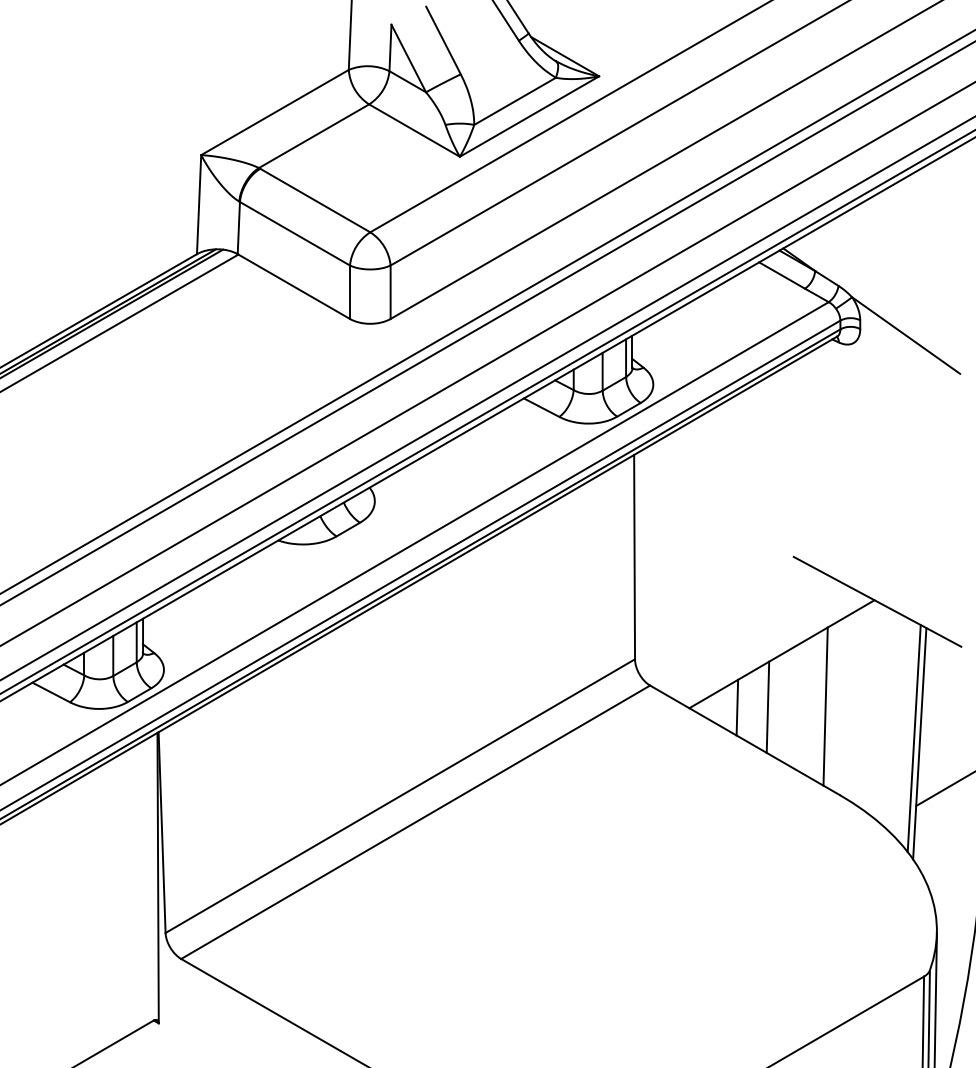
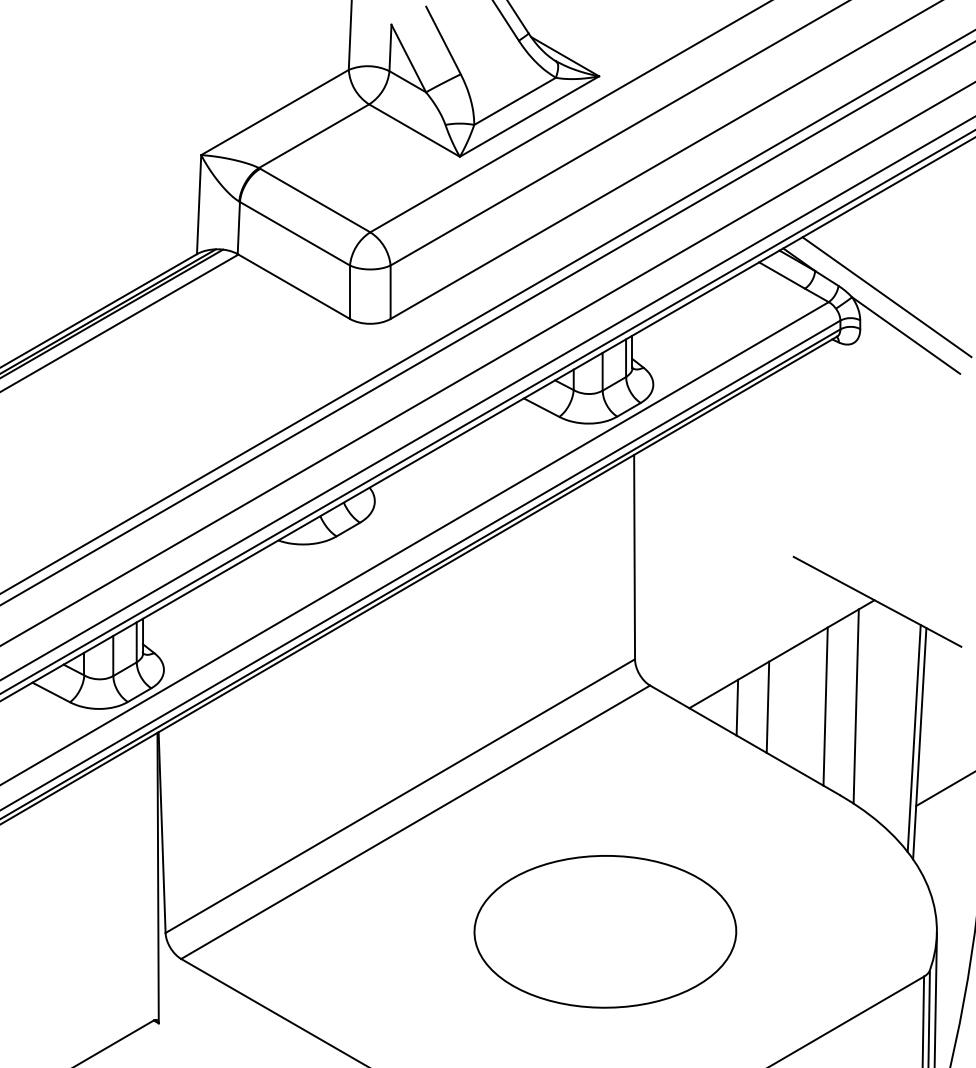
line at (886, 297): none -> present
line at (855, 706): none -> present
part at (605, 931): none -> present
